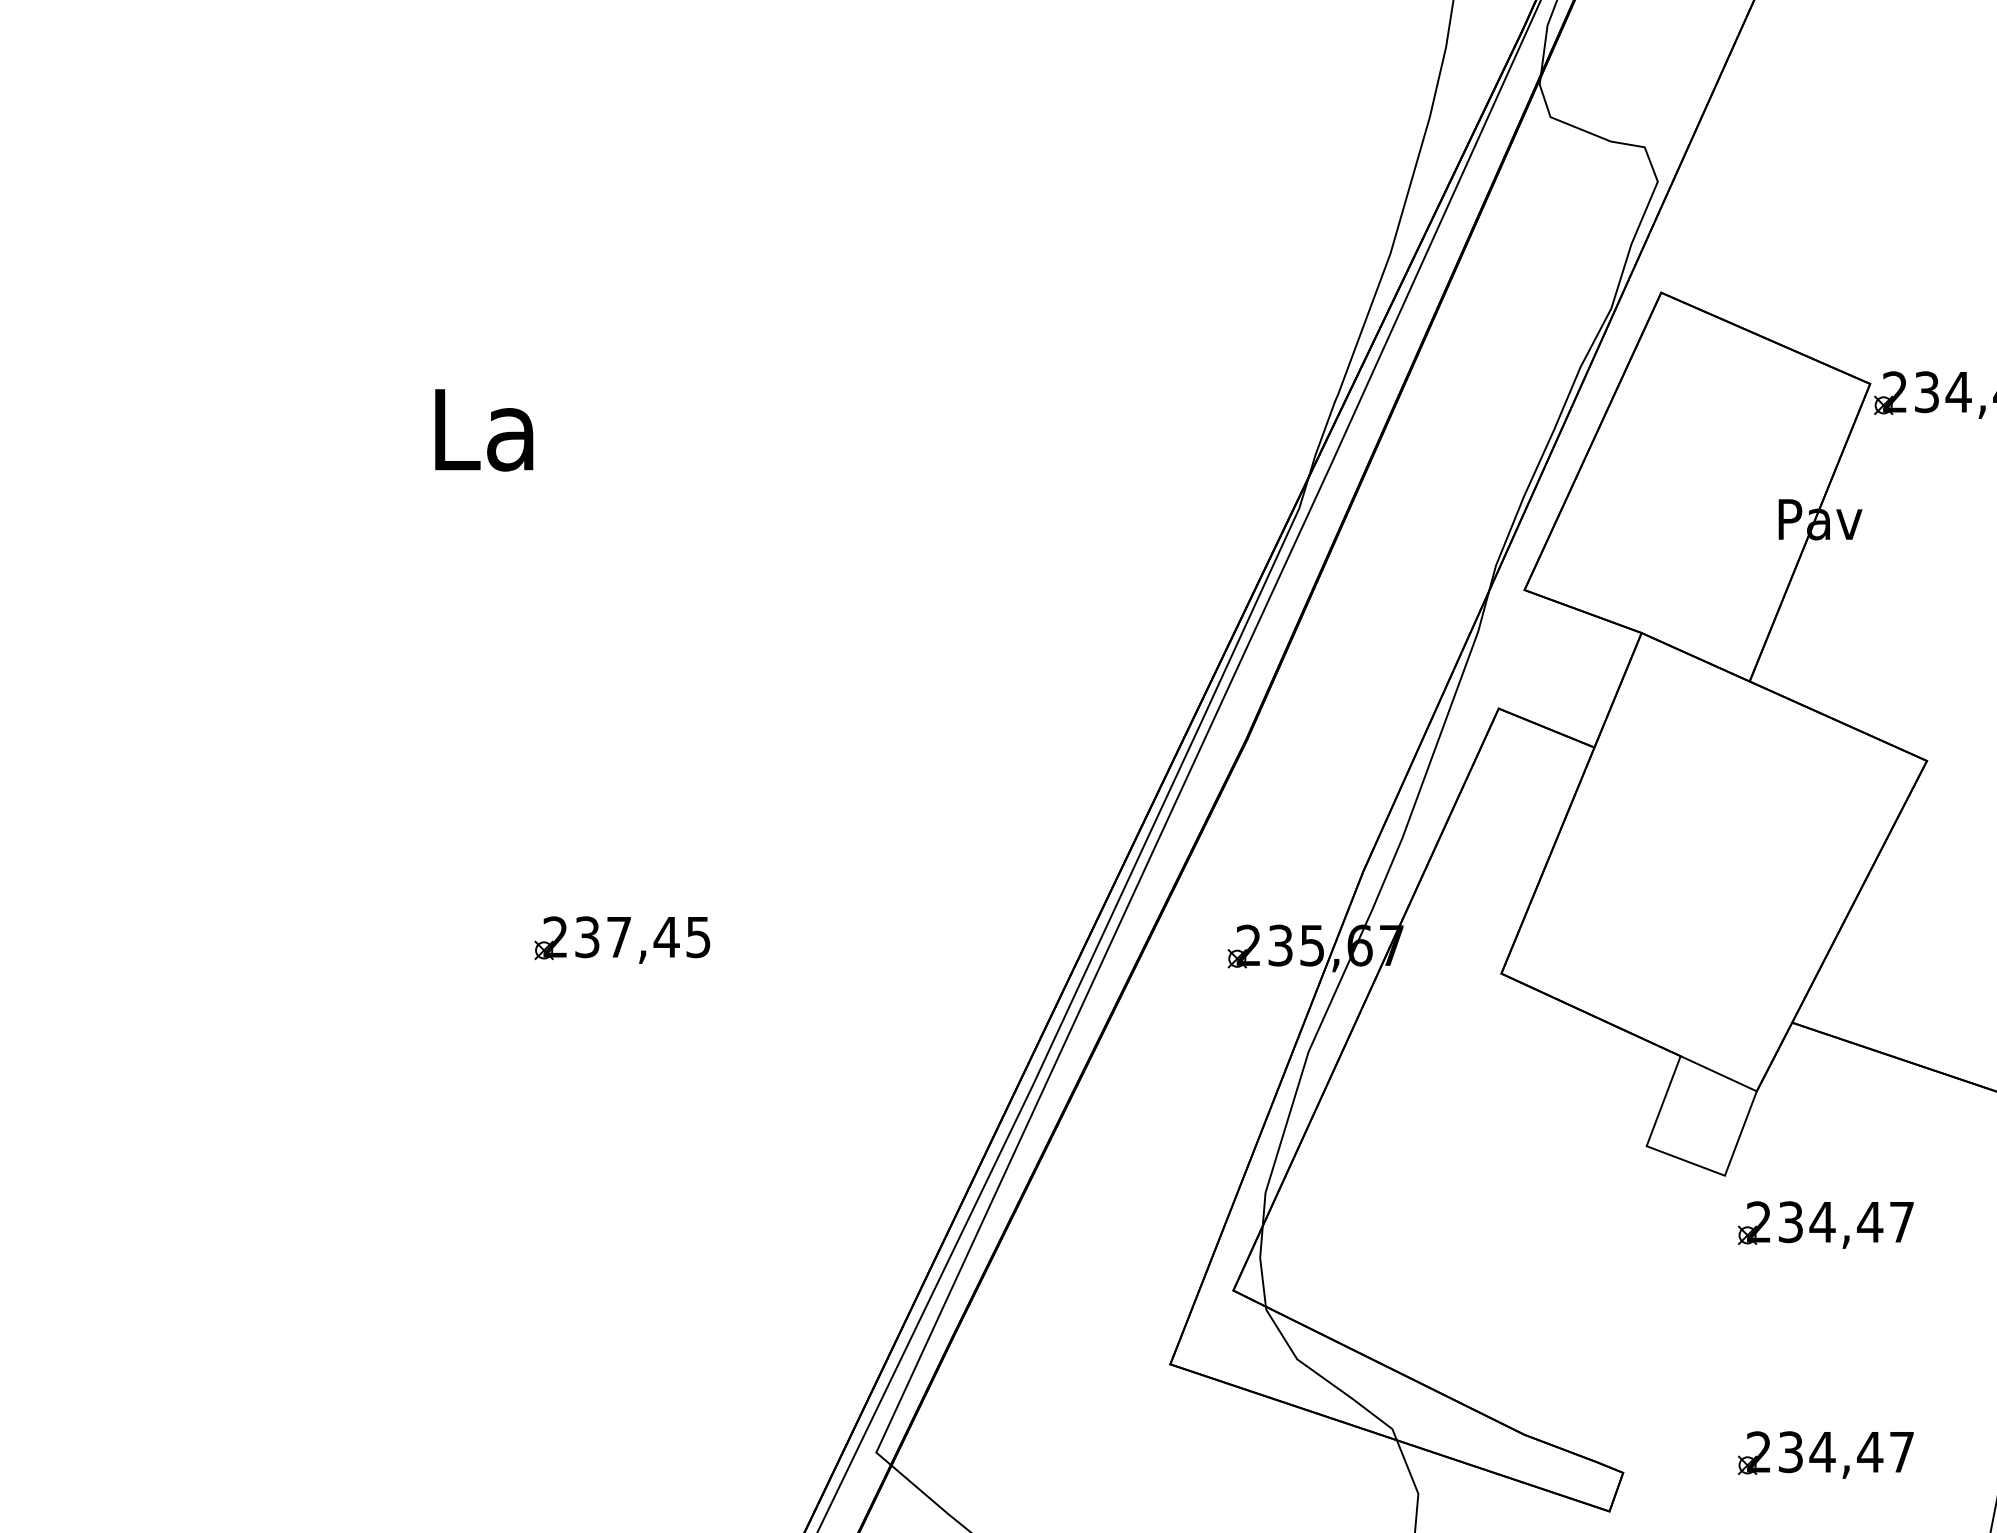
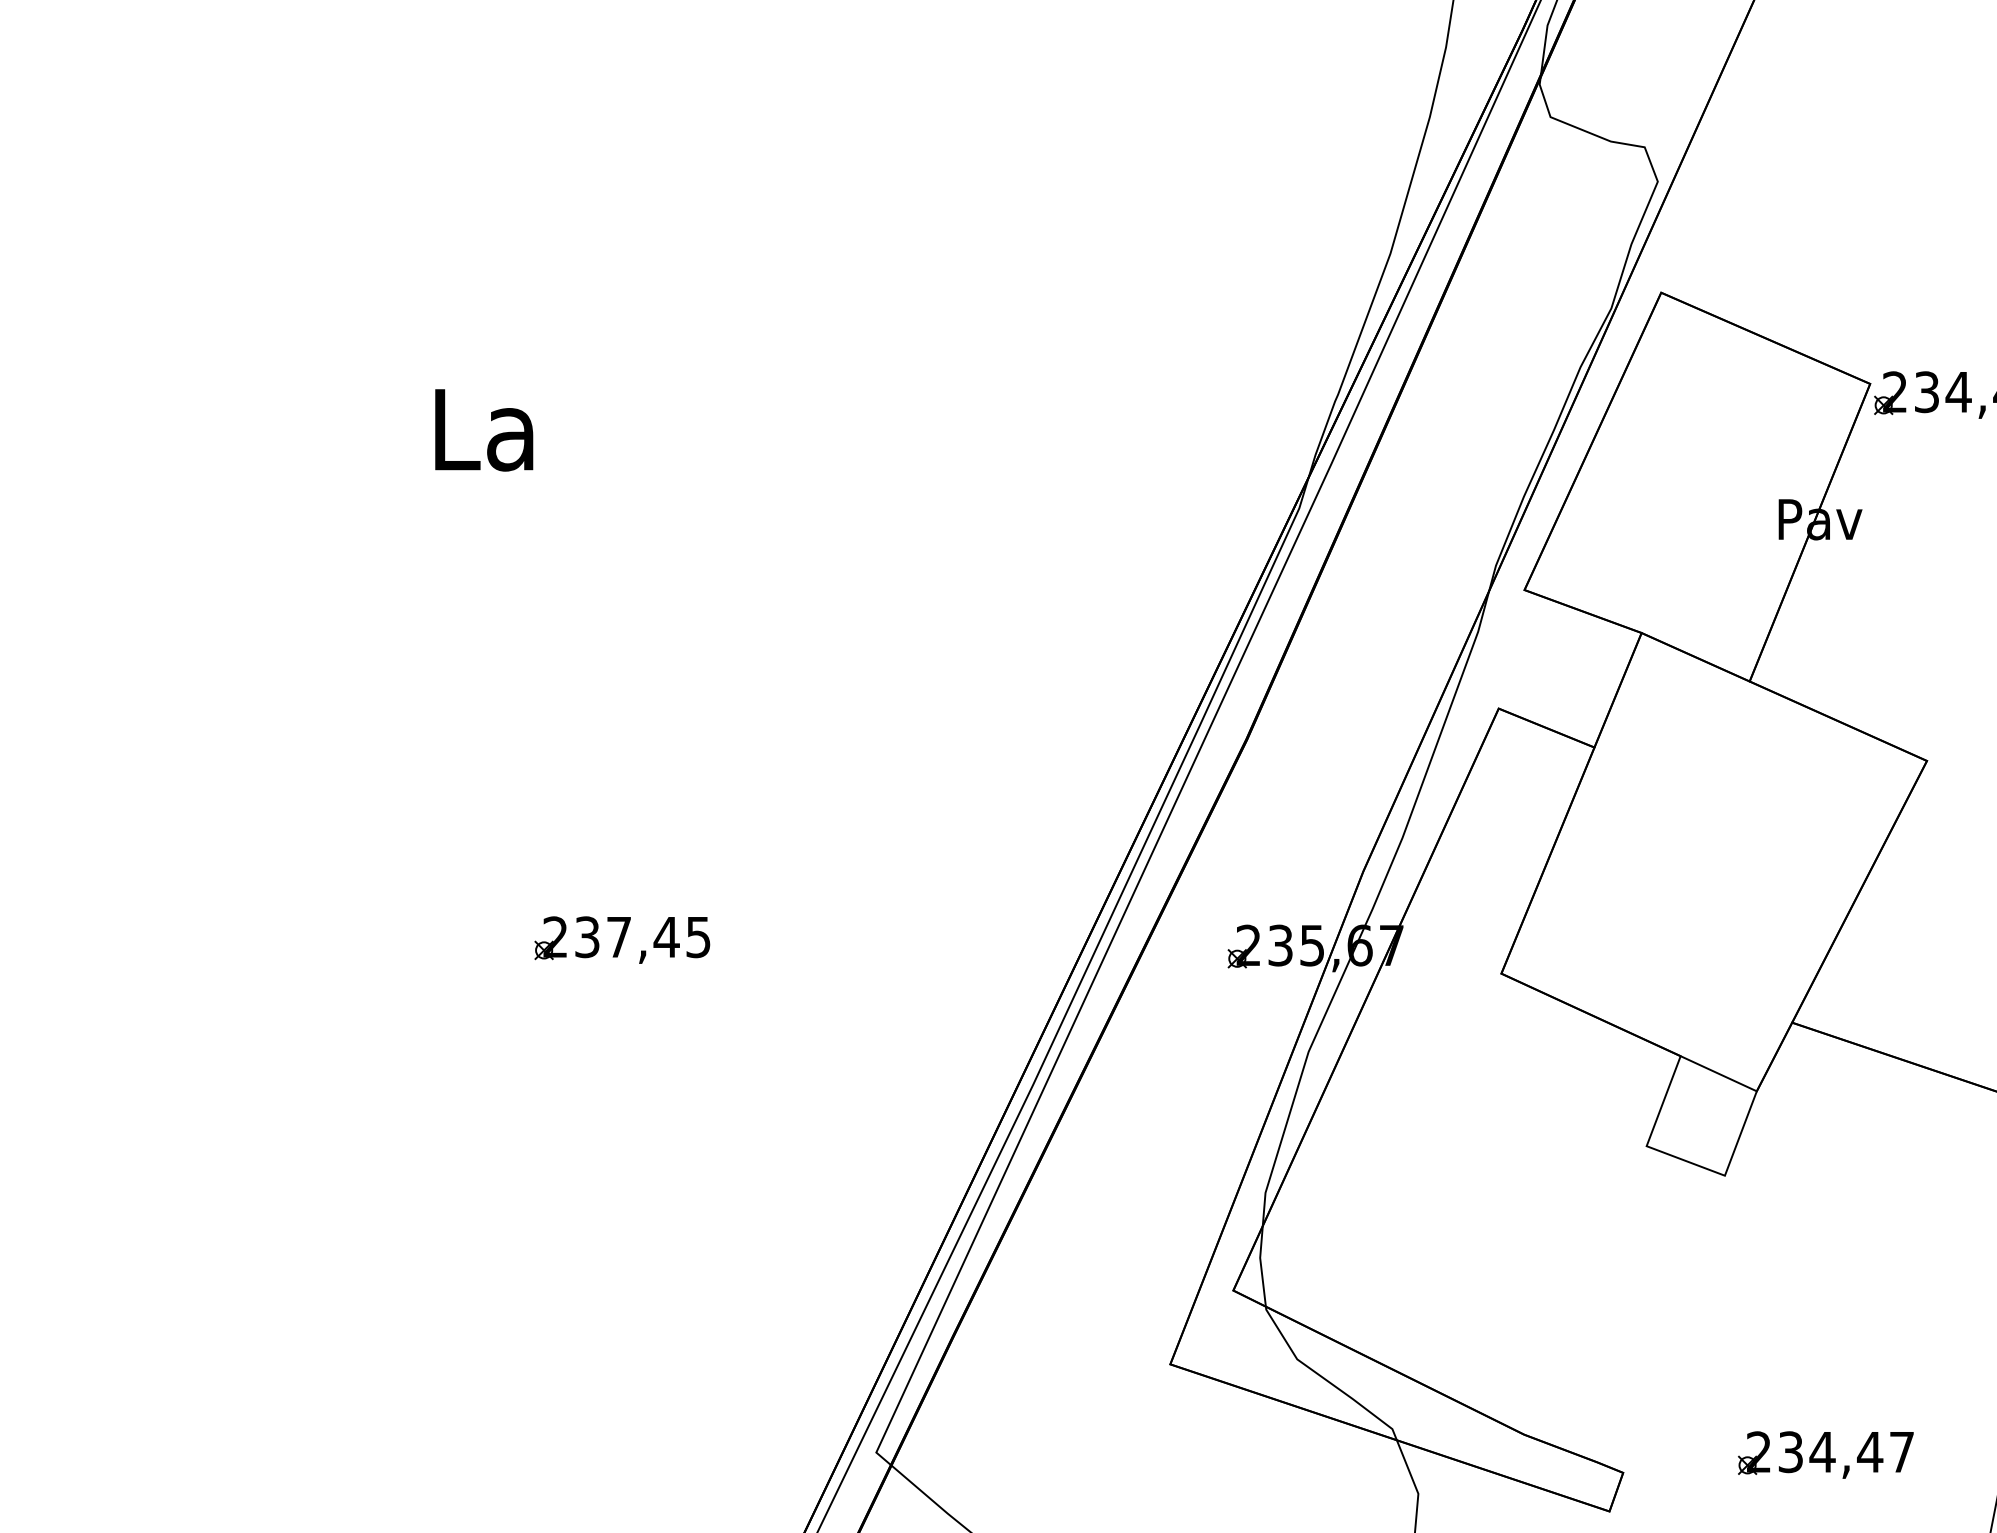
part at (1825, 1224): present -> none
